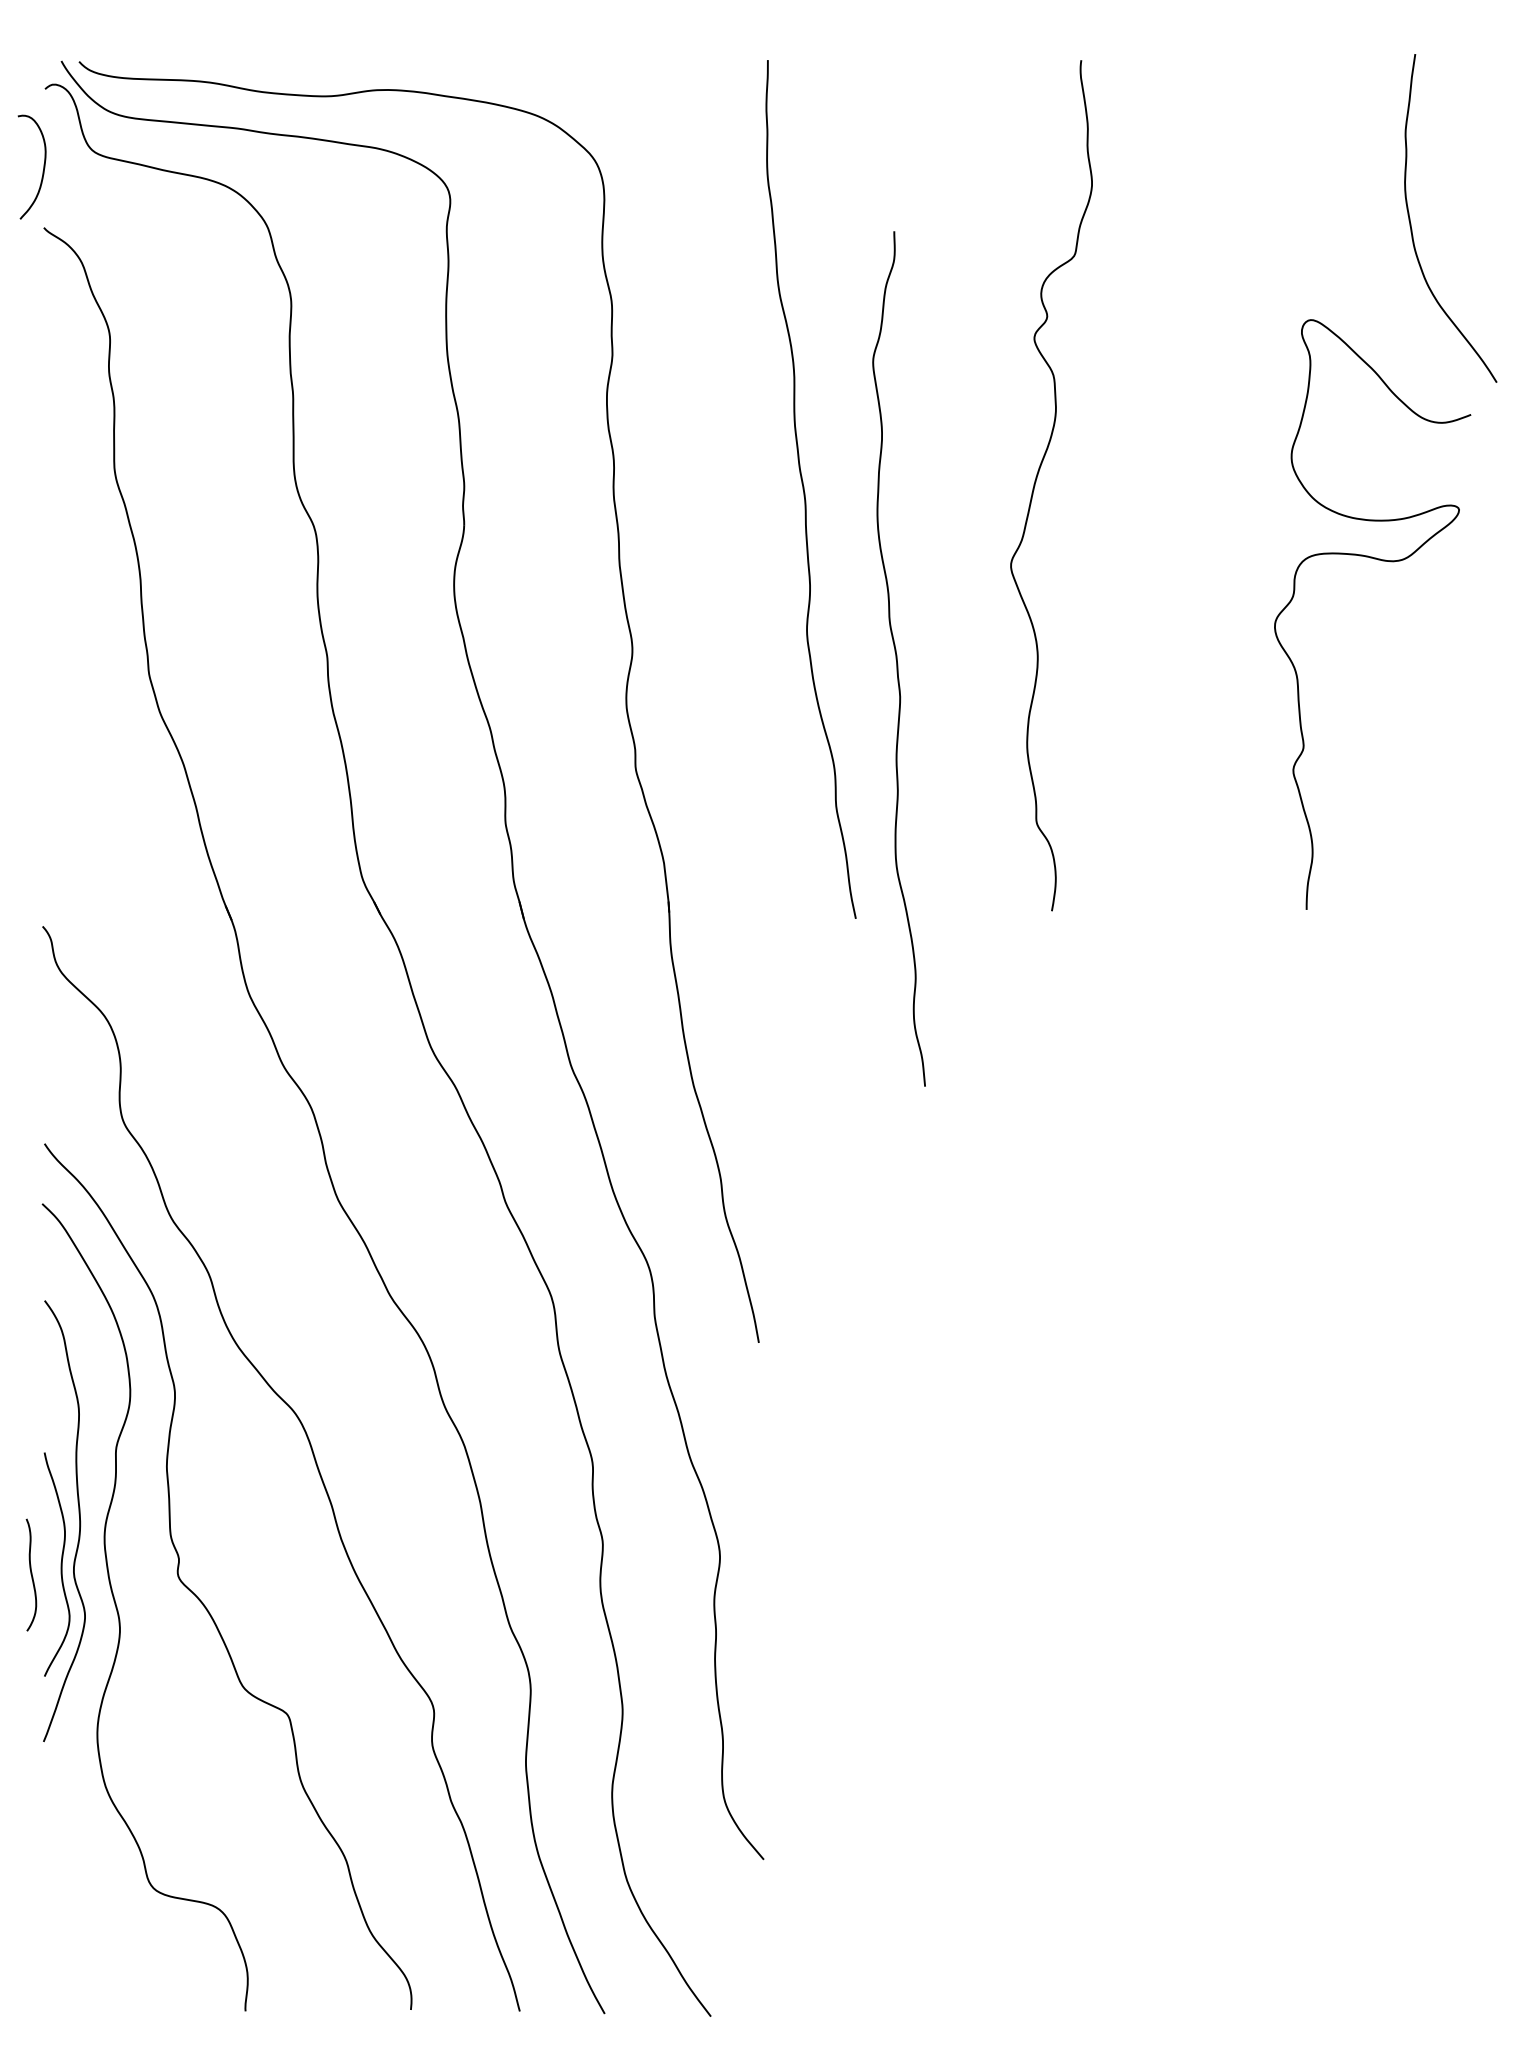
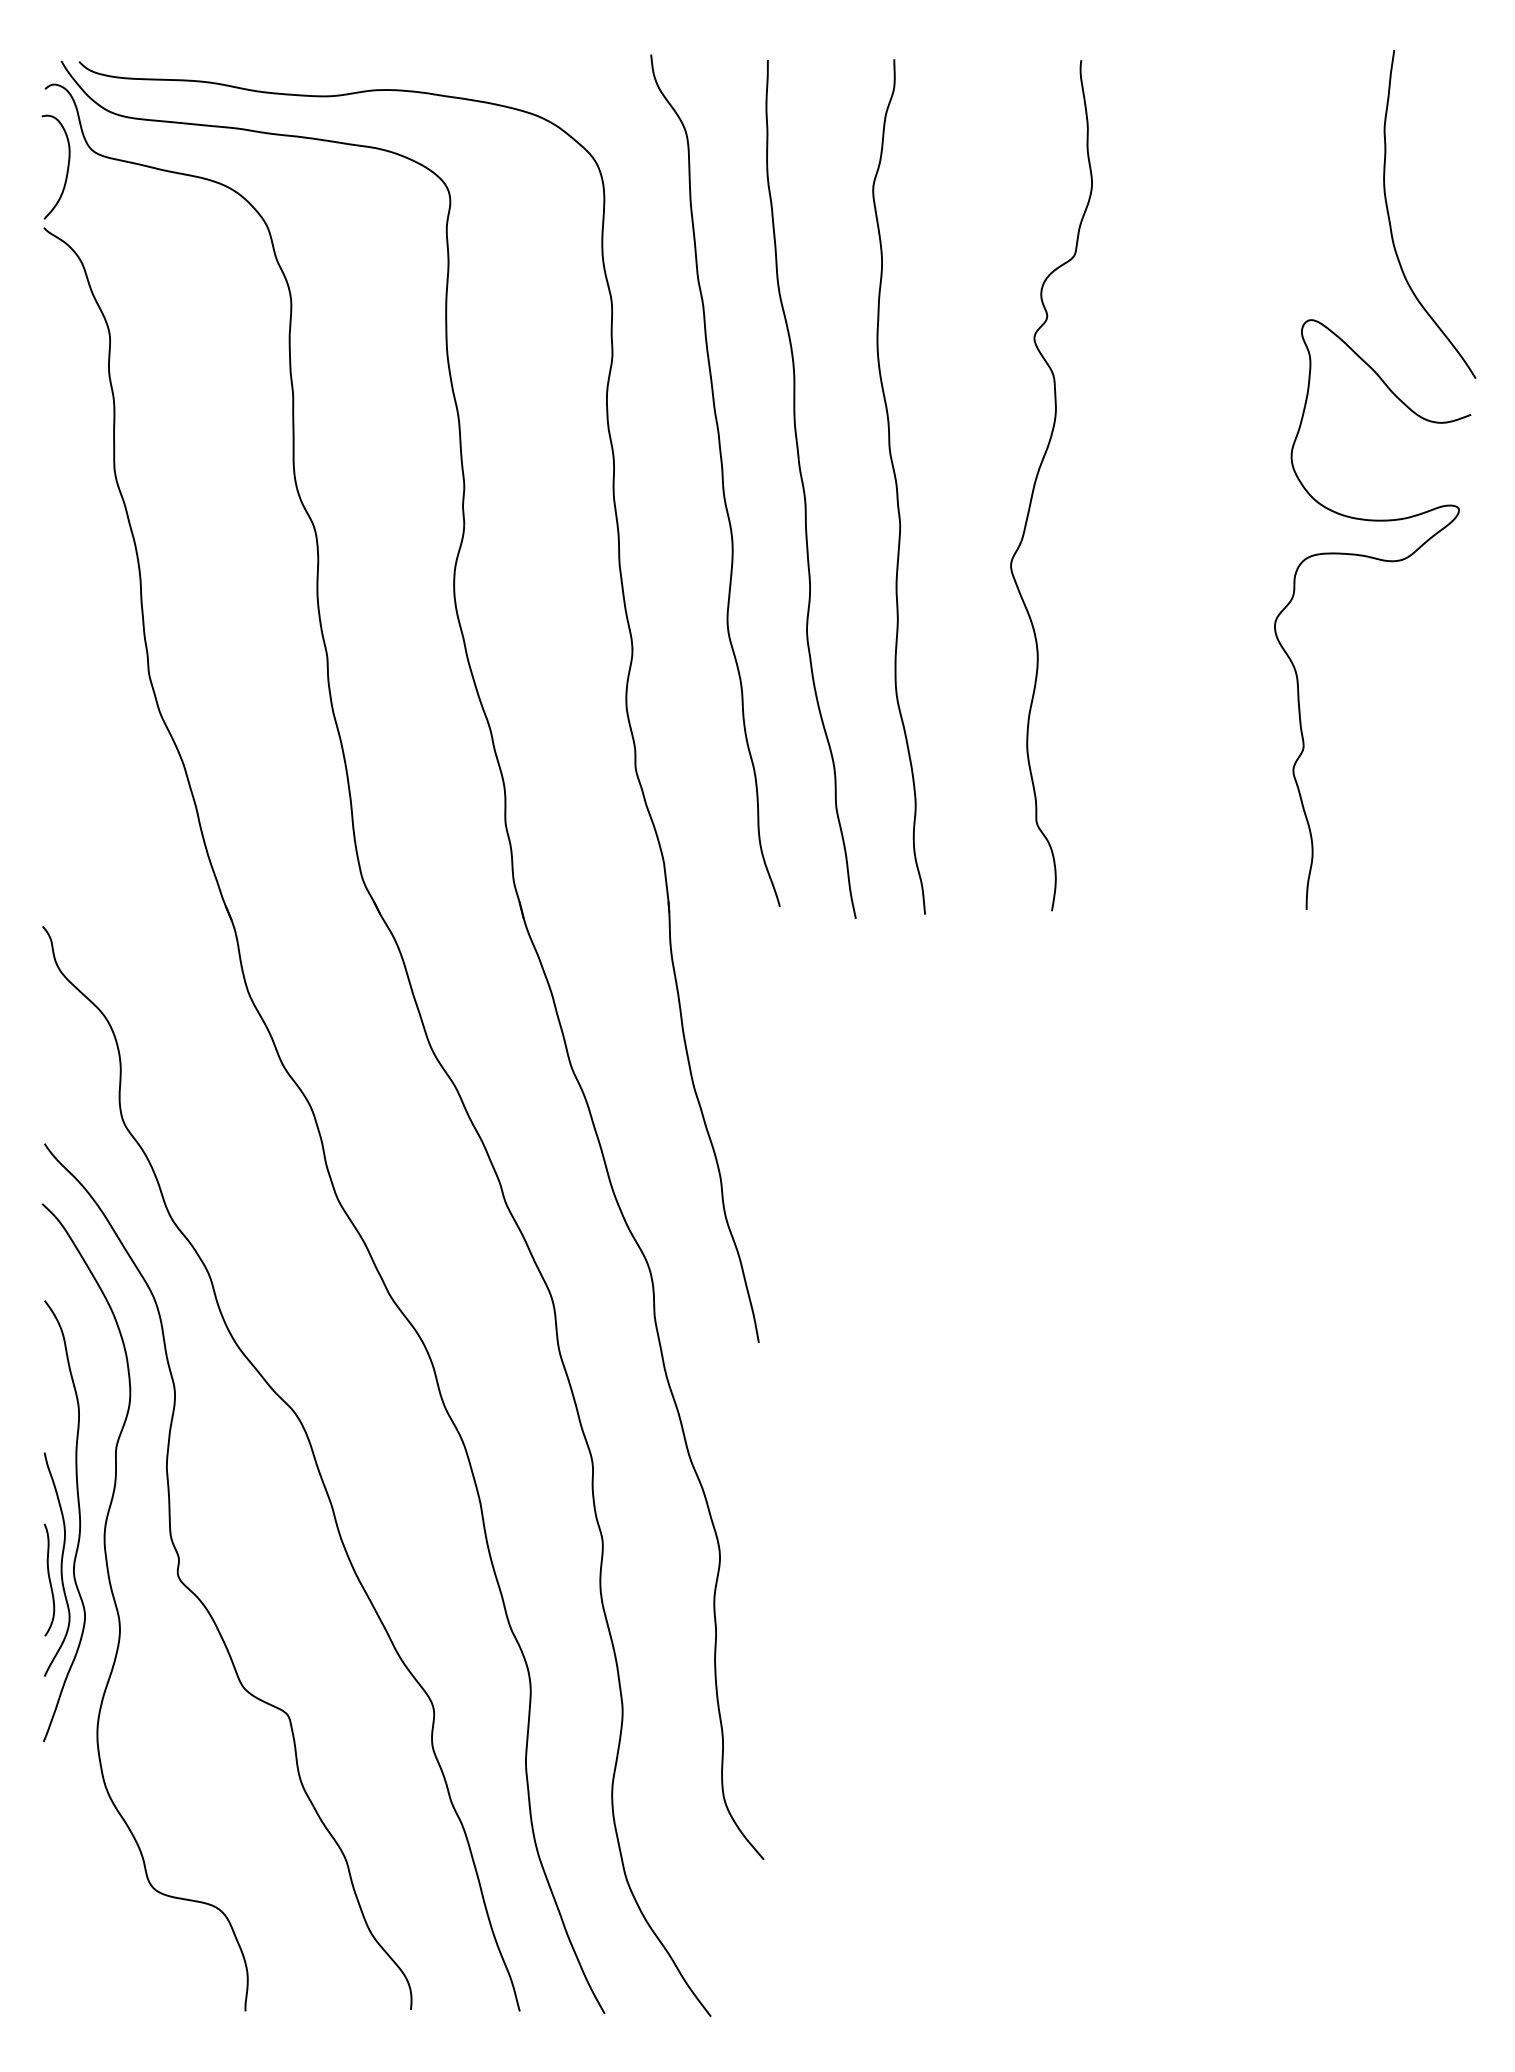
curve at (43, 166) position: (43, 166) -> (67, 166)
curve at (1411, 223) position: (1411, 223) -> (1390, 219)
curve at (721, 479): none -> present
curve at (897, 658) position: (897, 658) -> (897, 486)
curve at (31, 1574) position: (31, 1574) -> (49, 1579)
